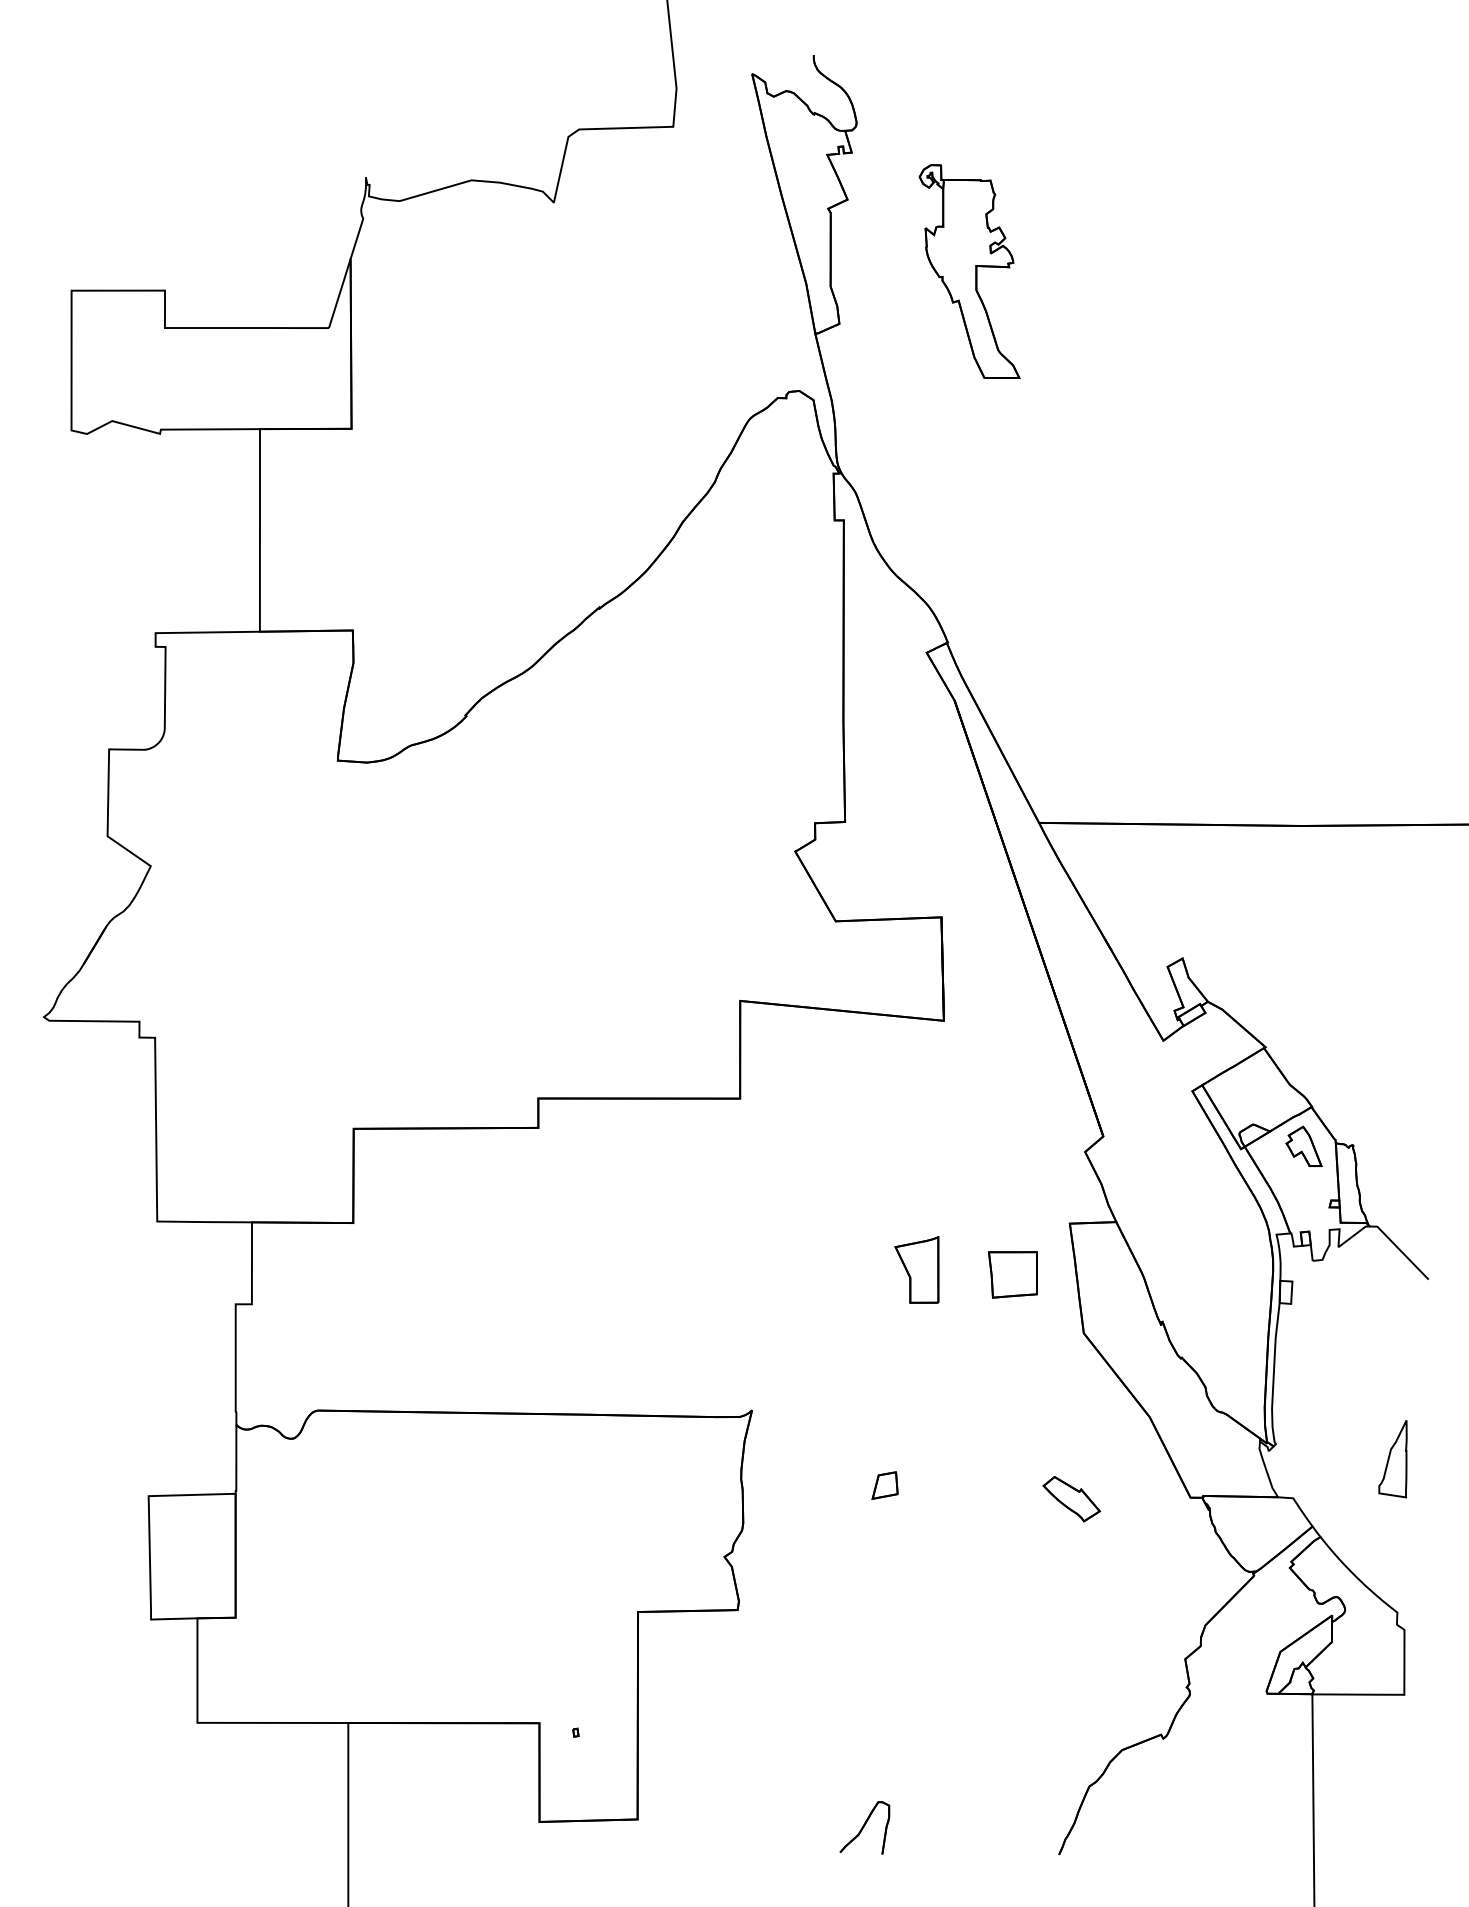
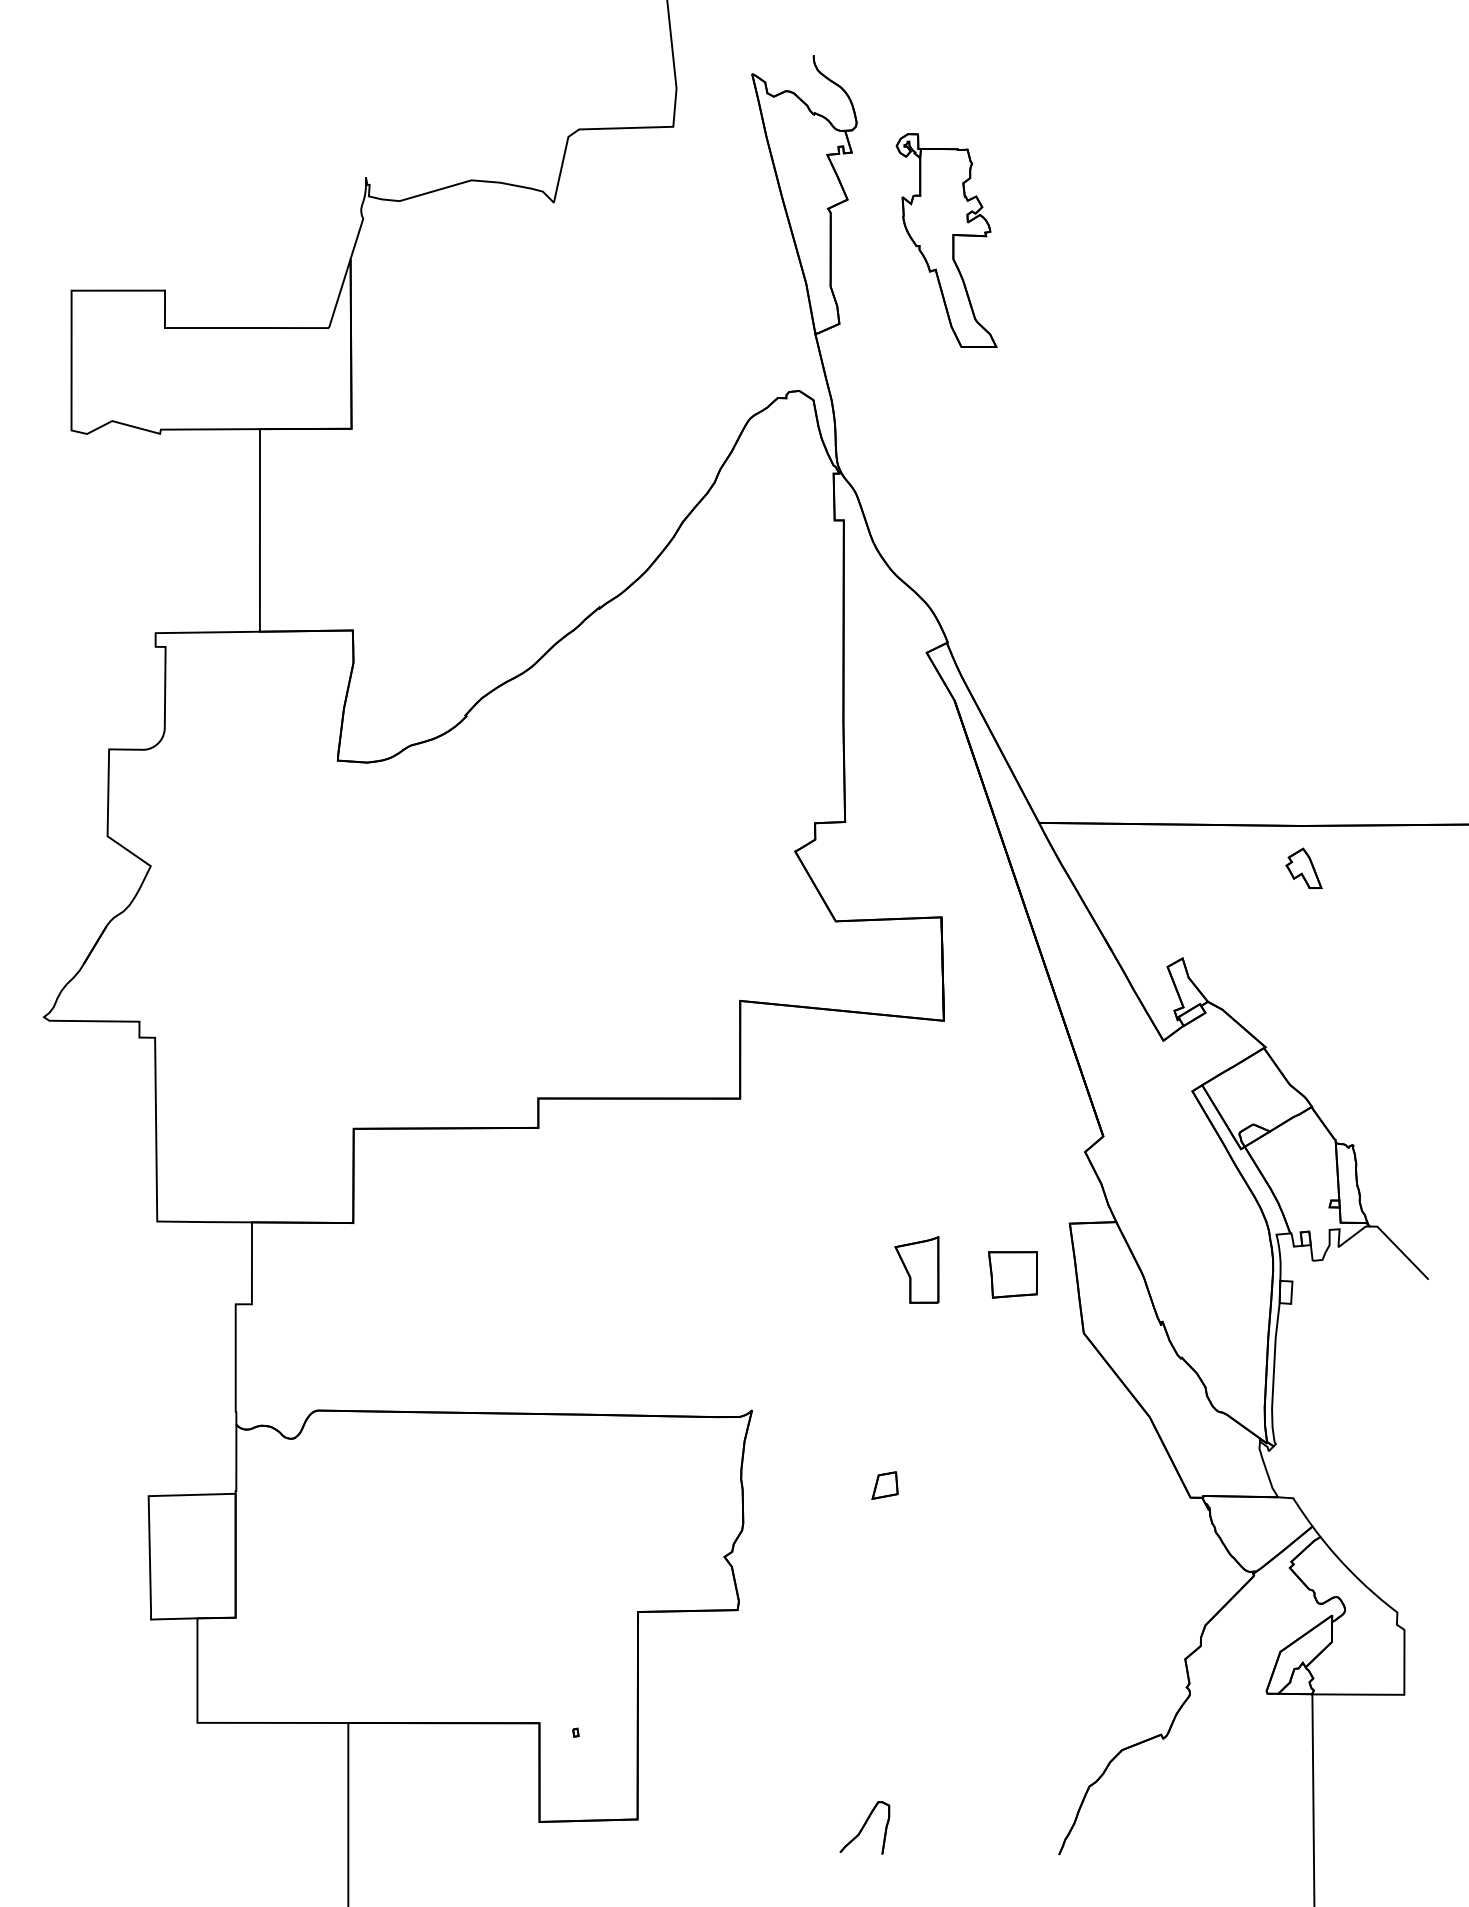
part at (969, 271) position: (969, 271) -> (946, 240)
part at (1303, 1145) position: (1303, 1145) -> (1303, 867)
part at (1392, 1459): present -> none
part at (1071, 1499): present -> none
